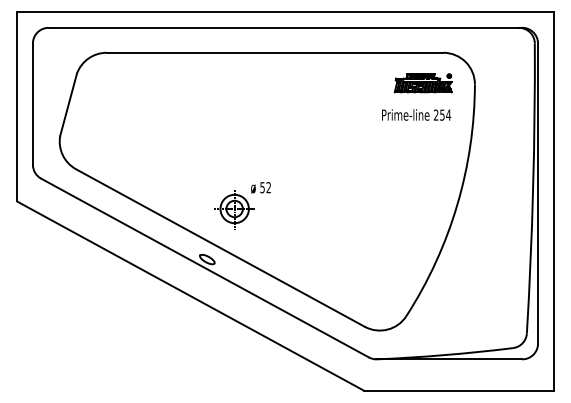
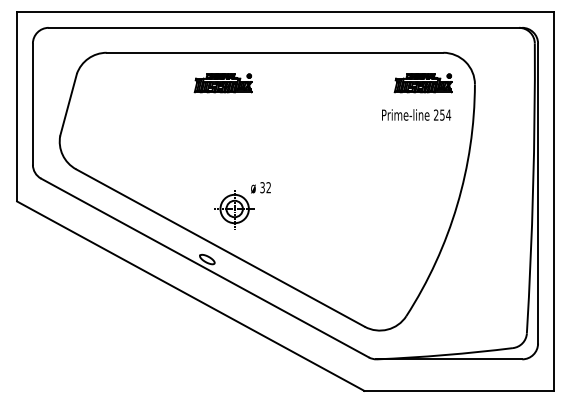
part at (222, 83): none -> present
text at (262, 186): 52 -> 32
